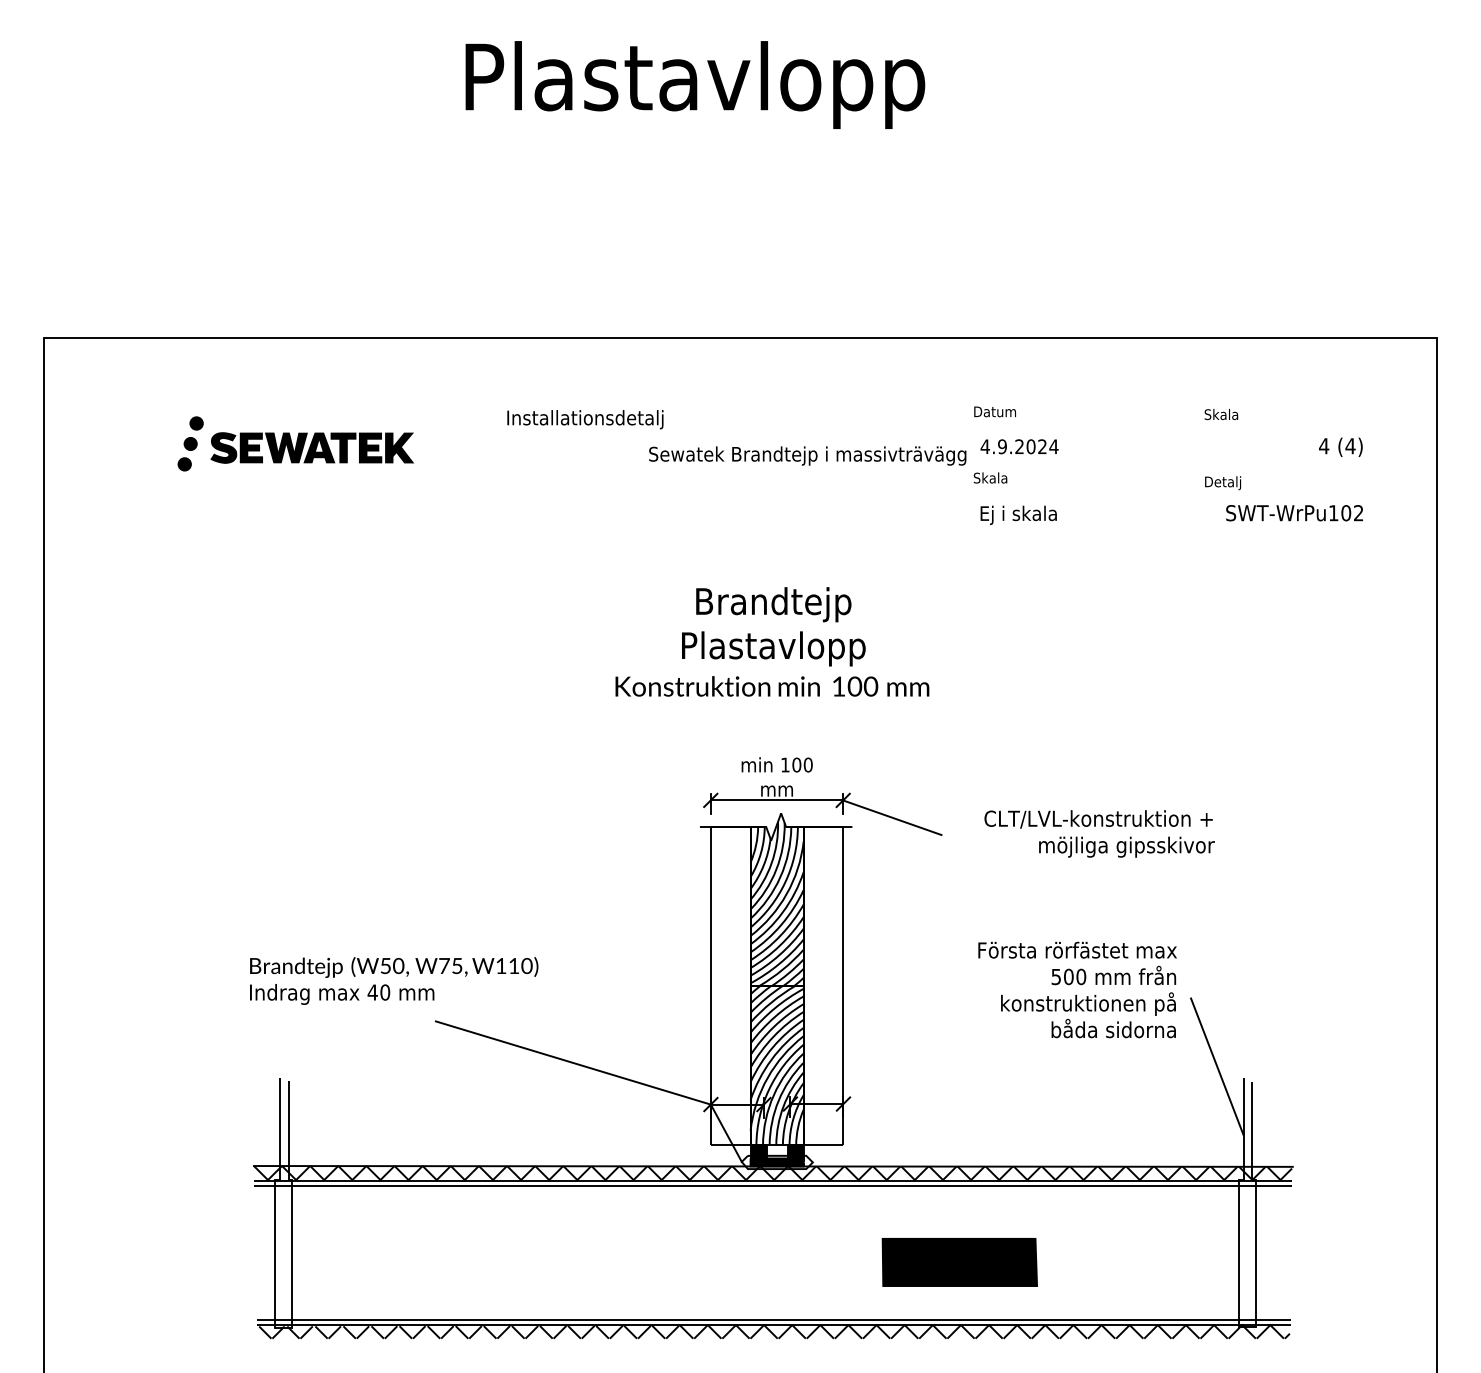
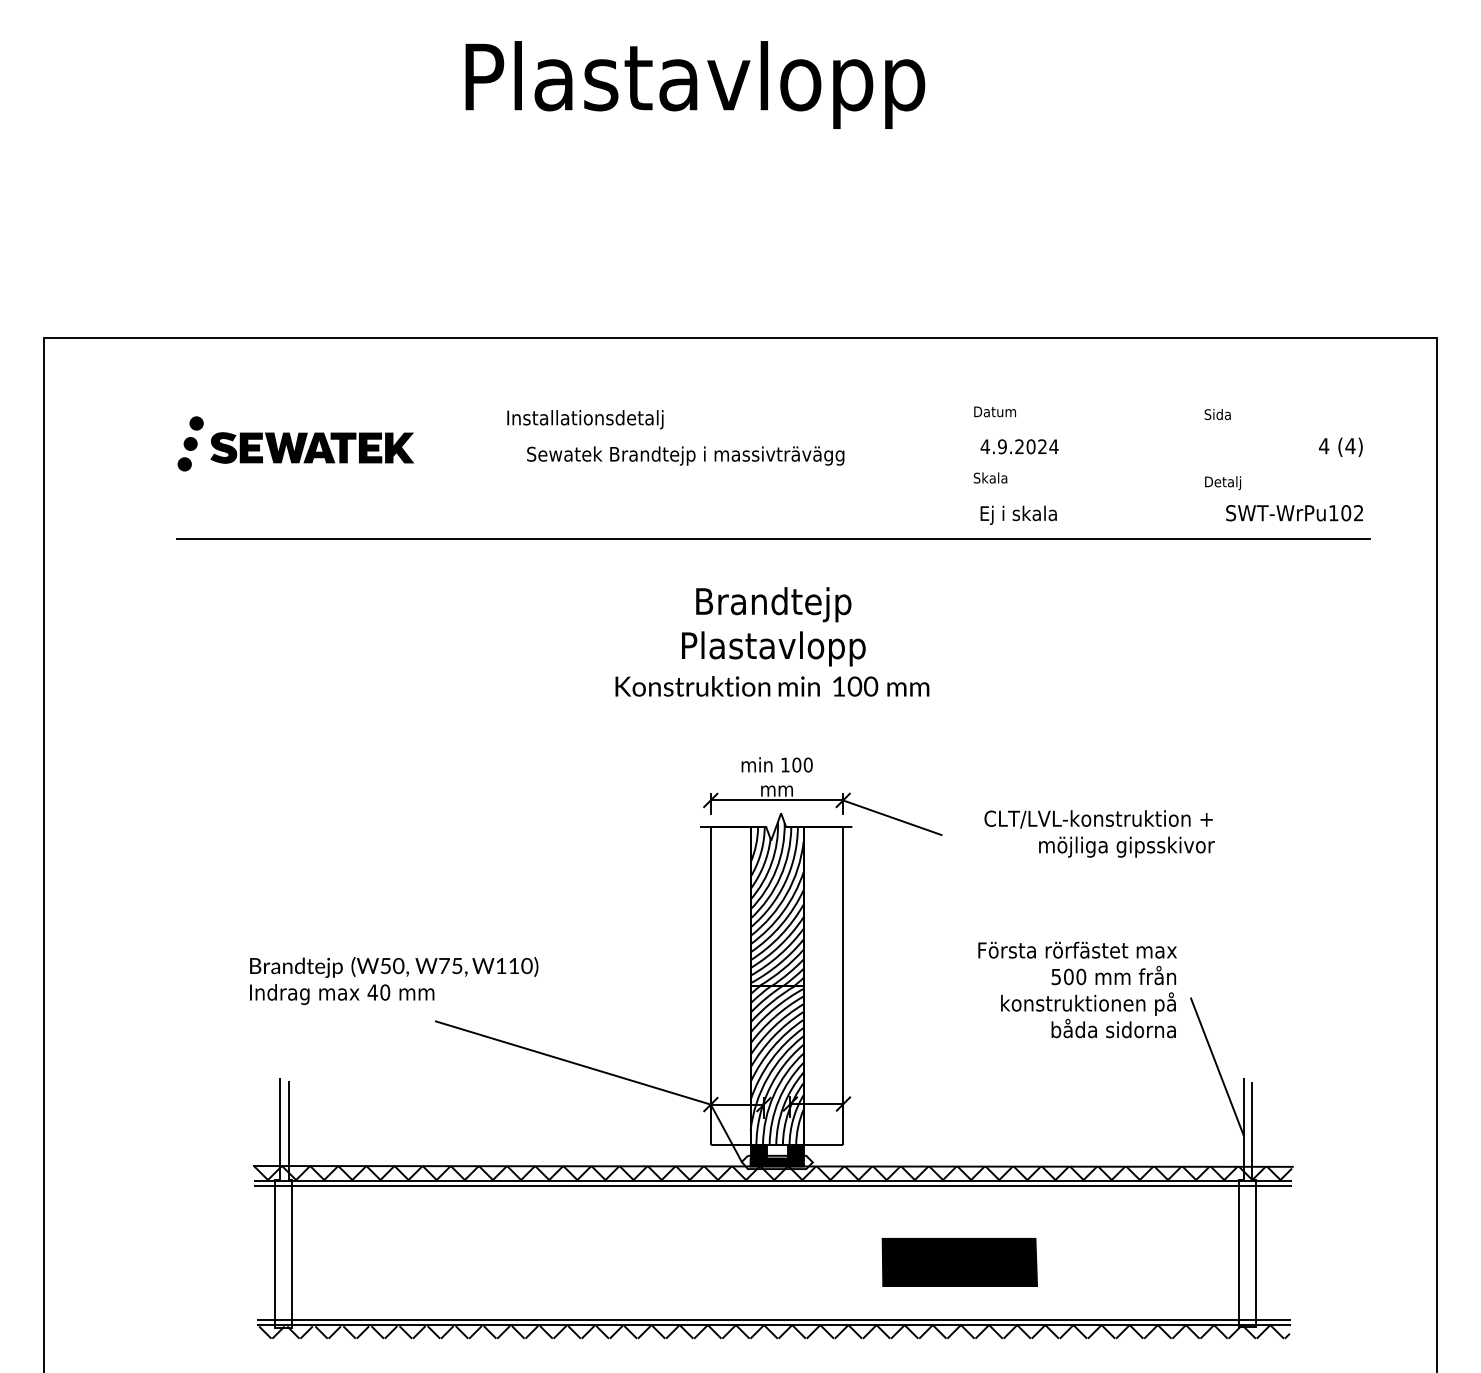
text at (1225, 414): Skala -> Sida
text at (807, 455) position: (807, 455) -> (685, 455)
line at (772, 539): none -> present
